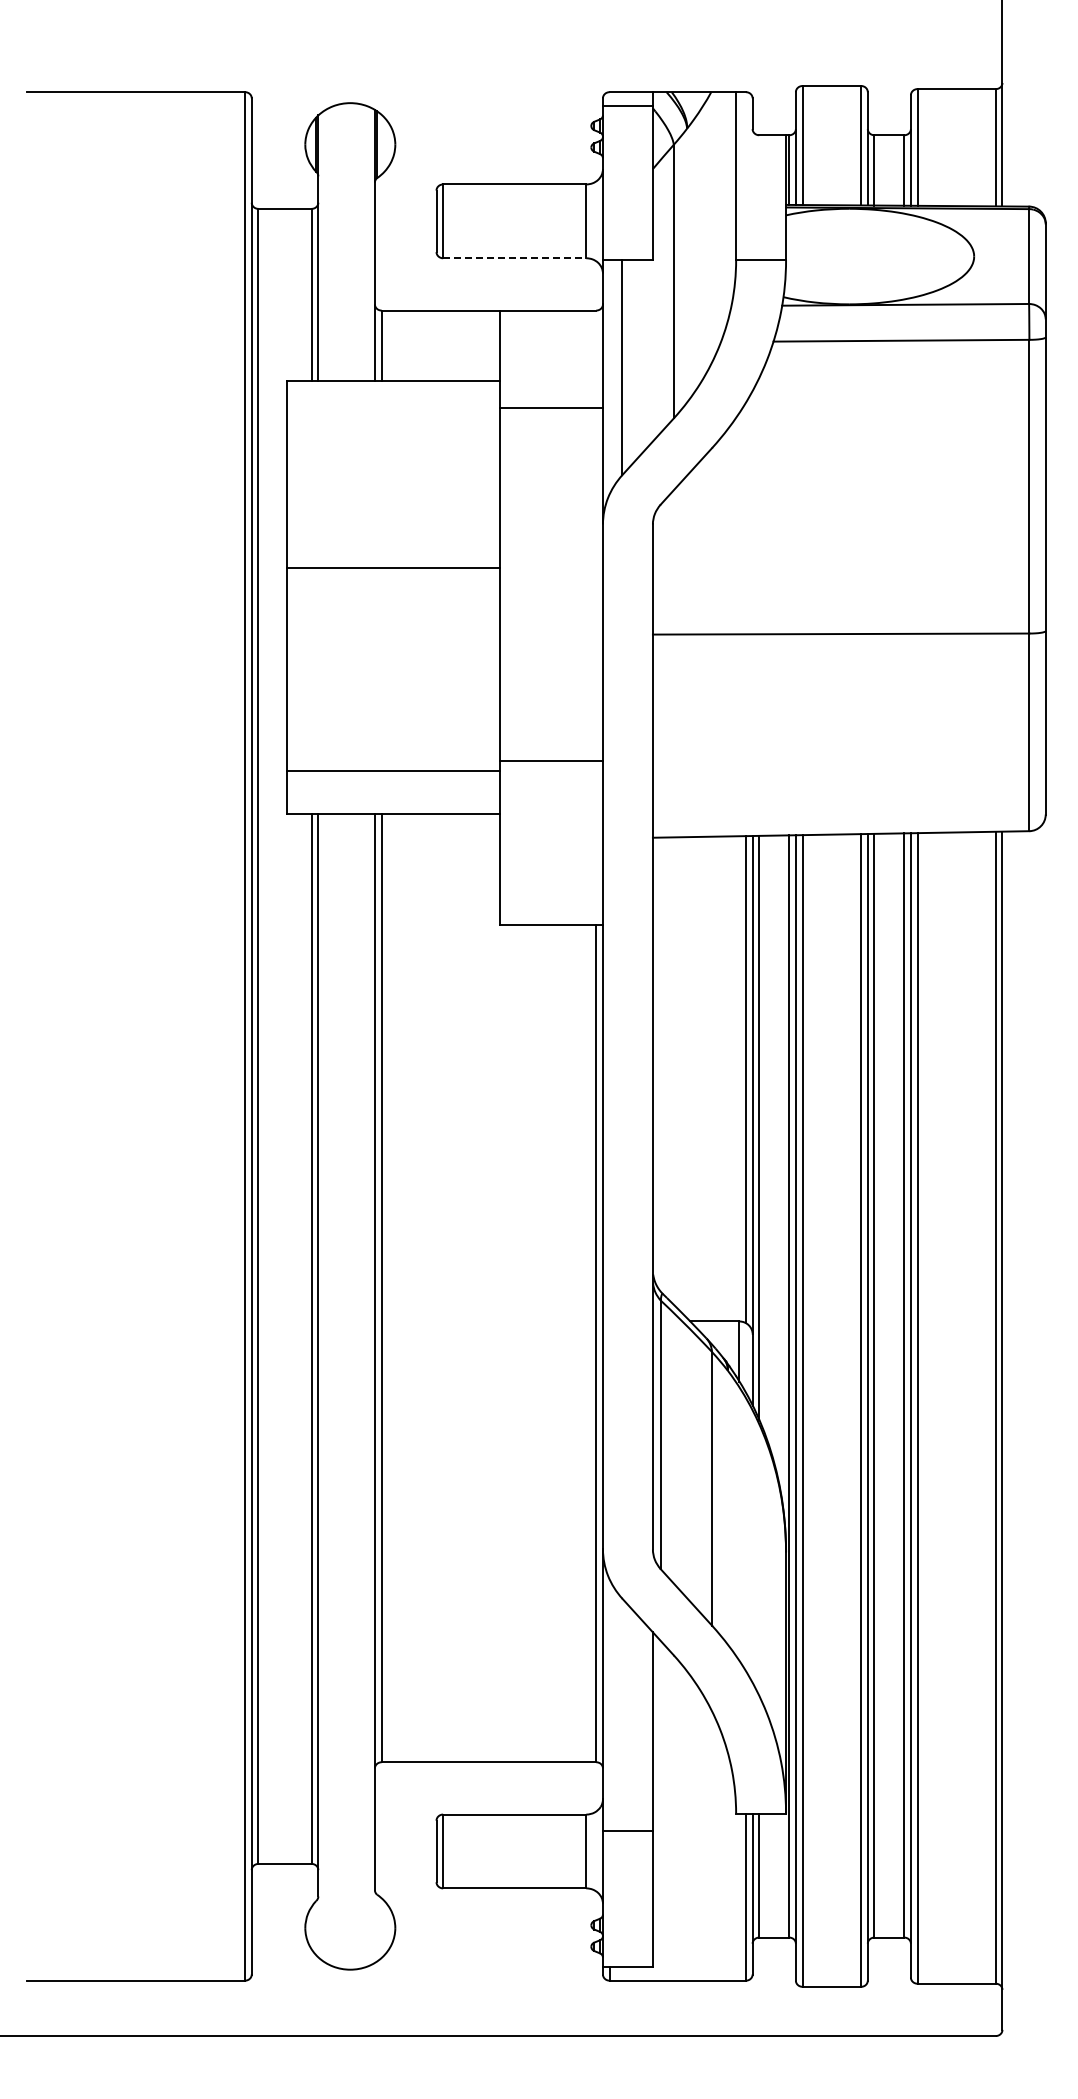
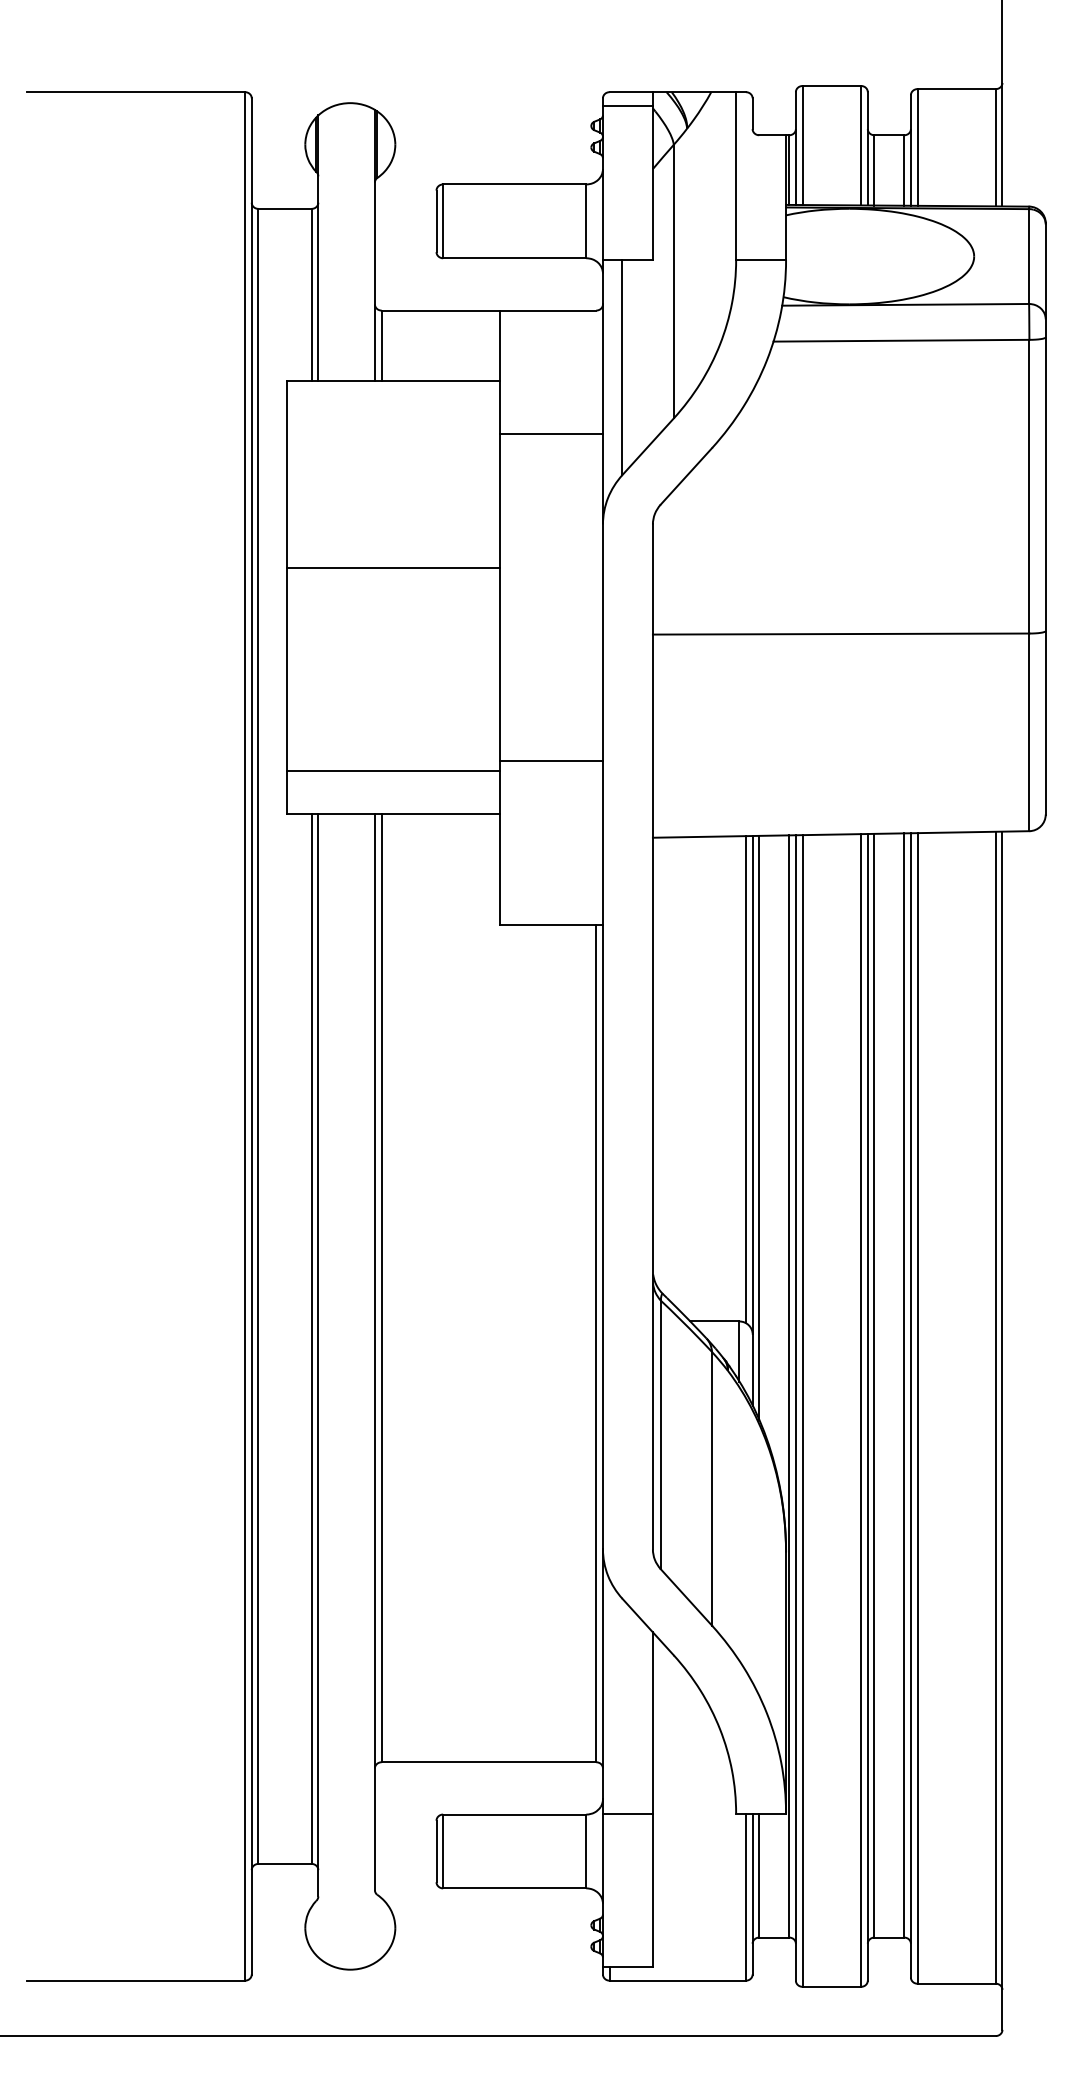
line at (514, 258): dashed -> solid
line at (550, 408) position: (550, 408) -> (550, 434)
line at (627, 1830) position: (627, 1830) -> (627, 1813)
